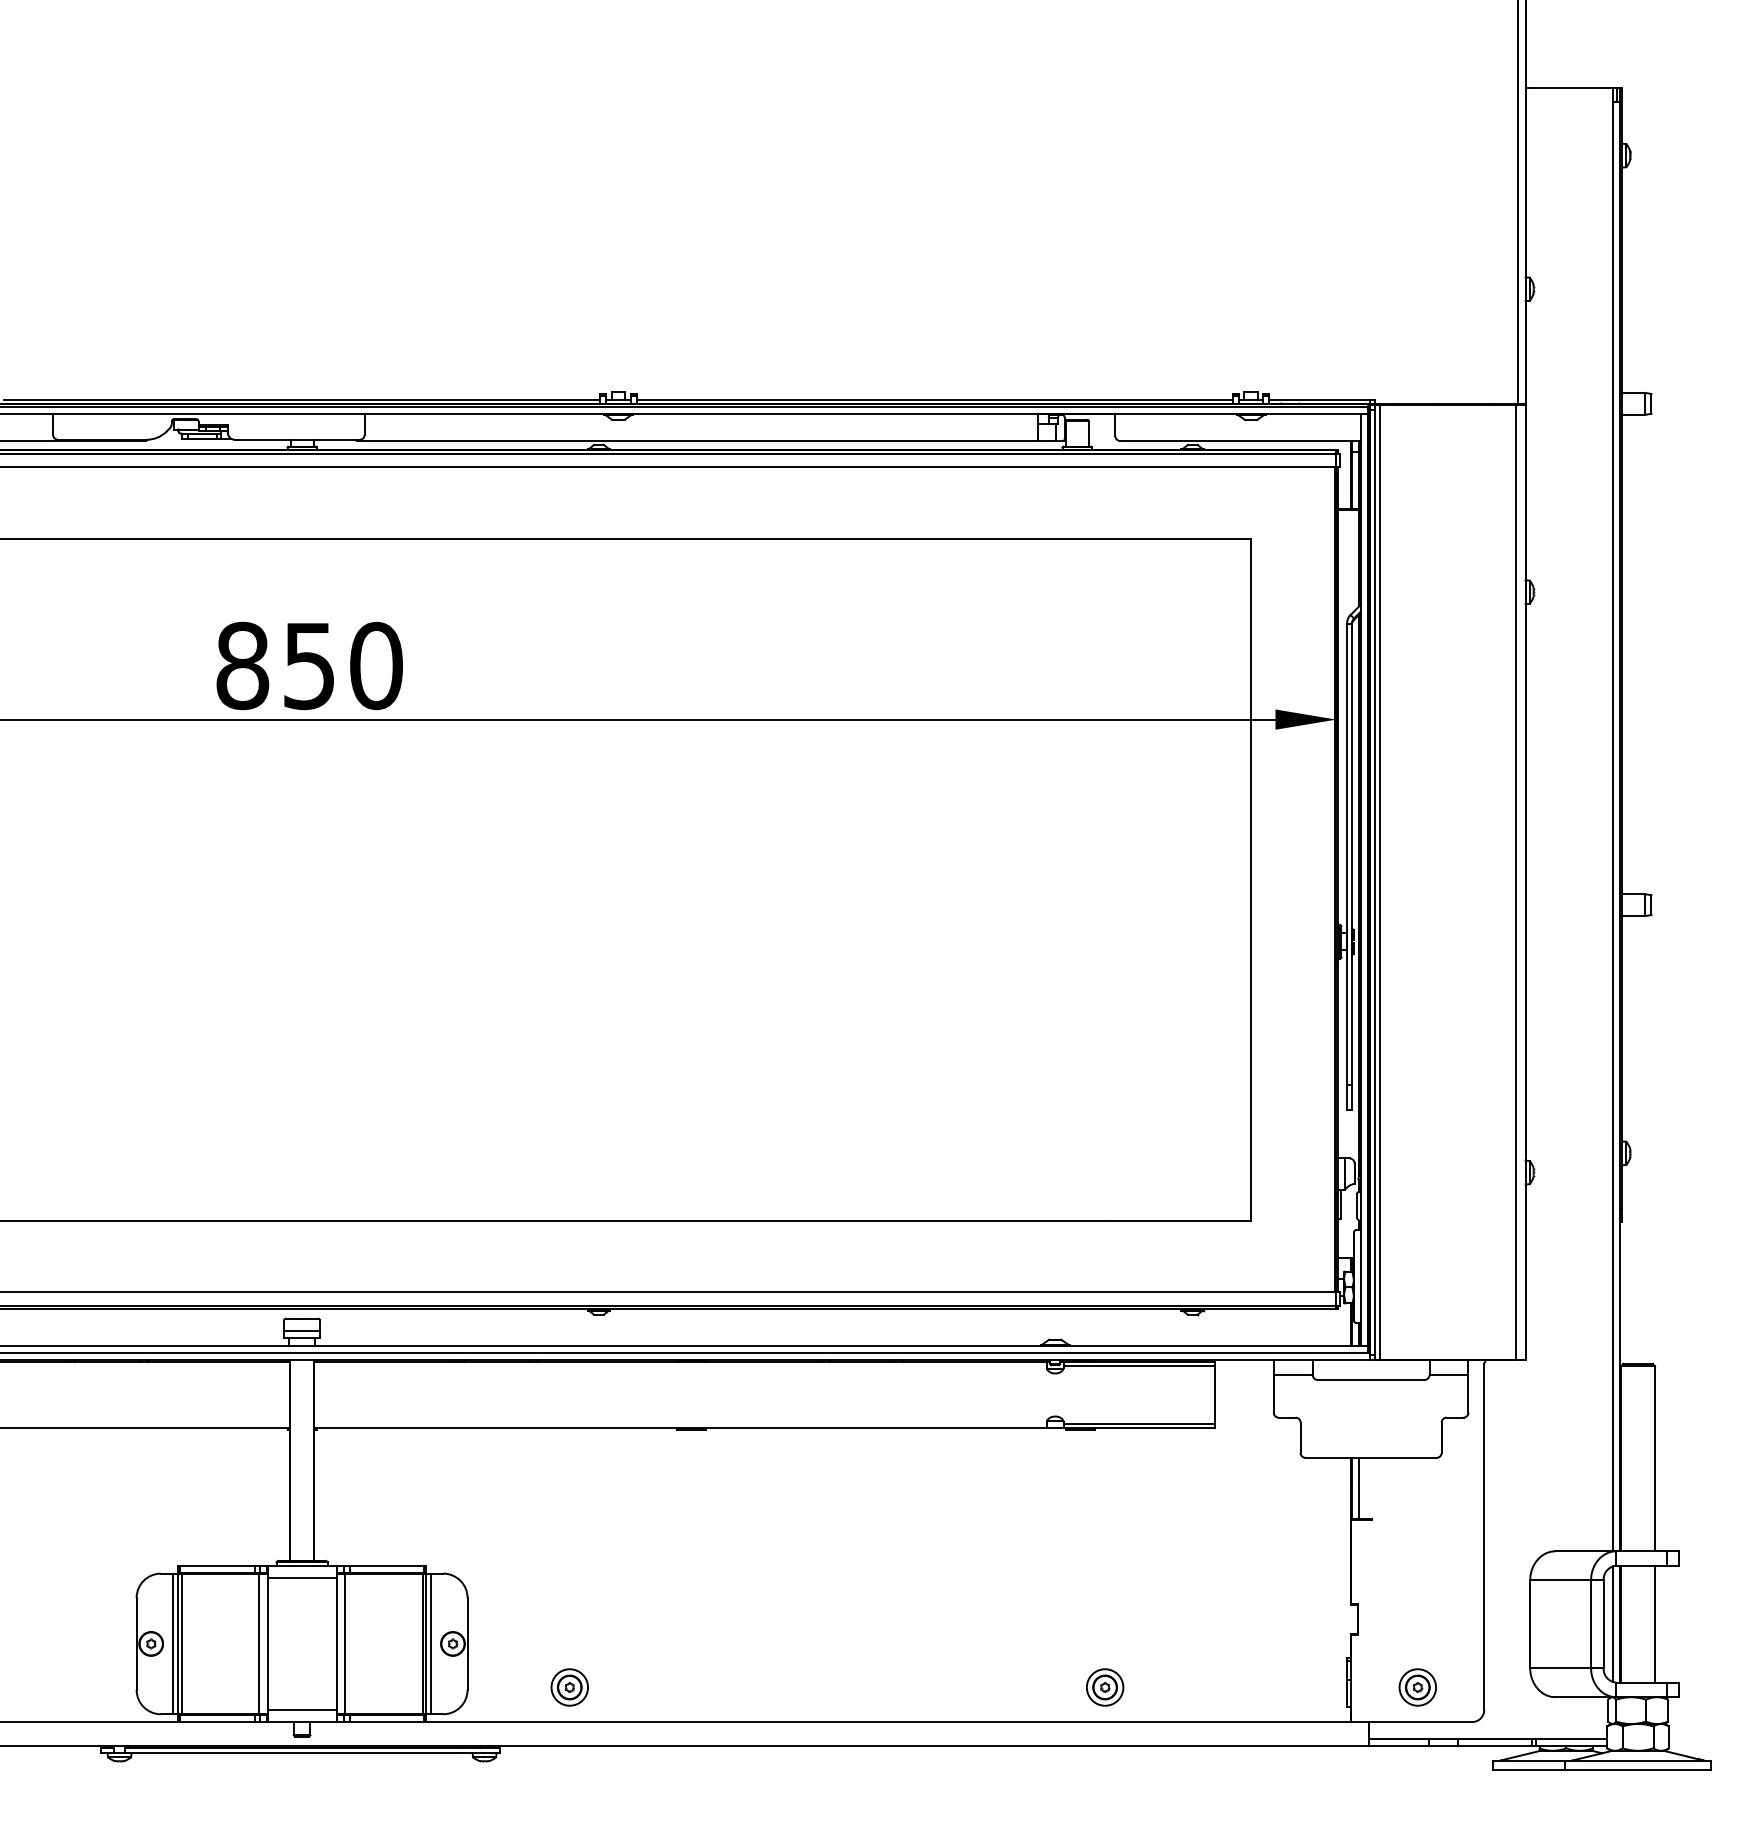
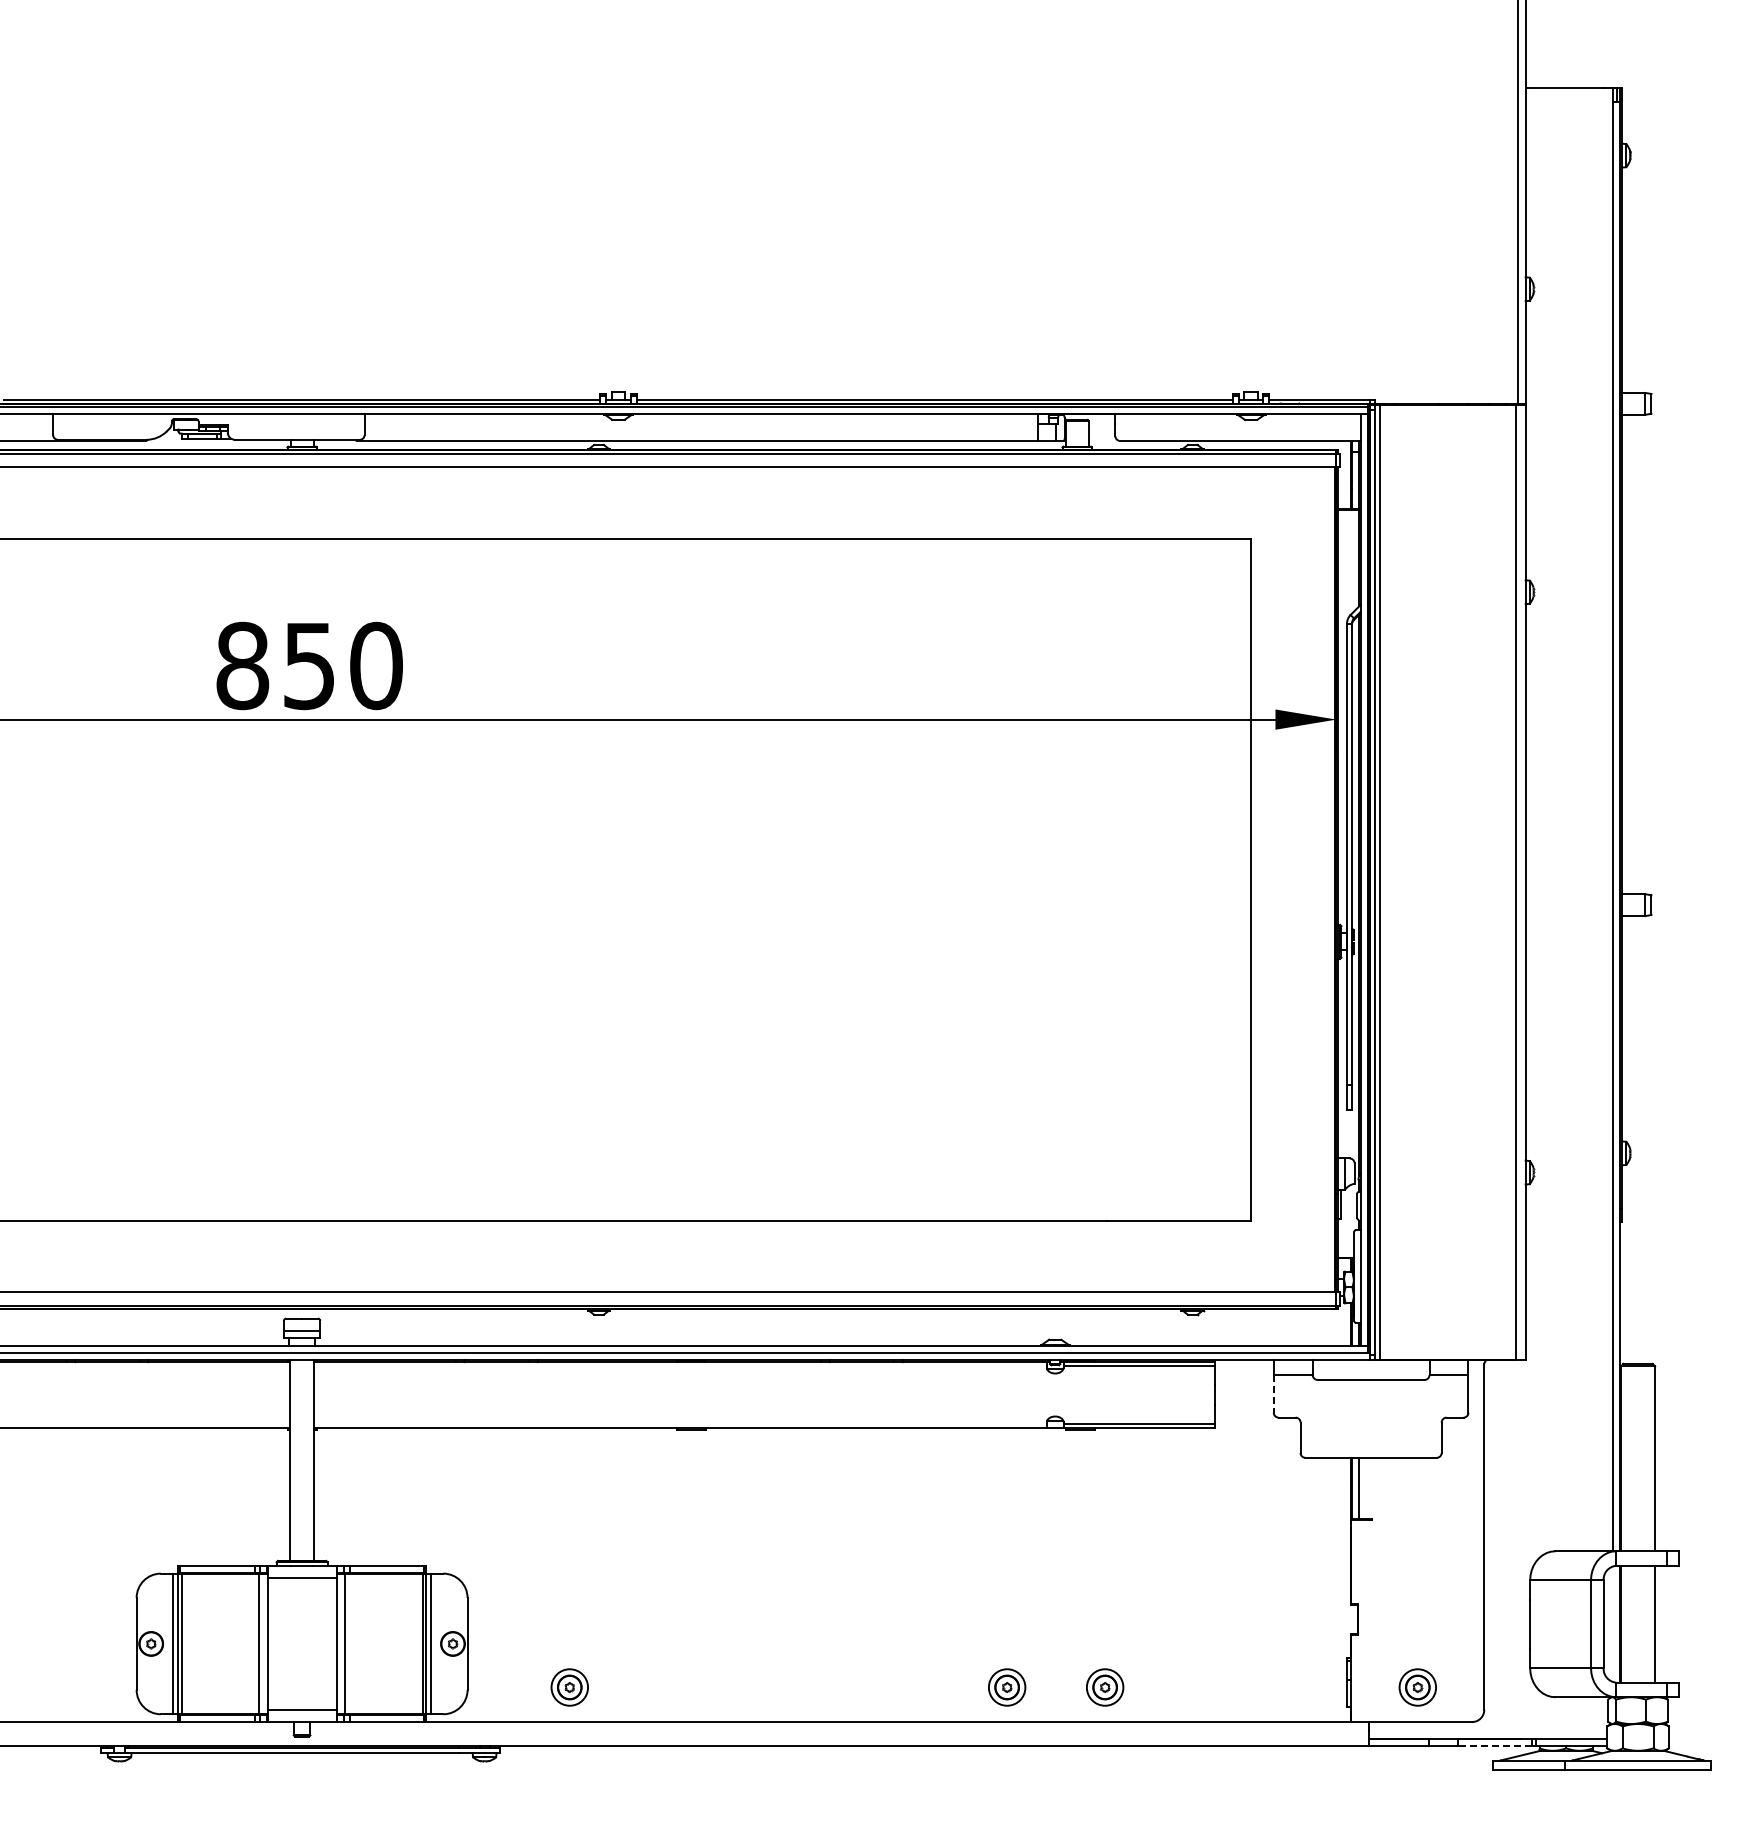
line at (1273, 1393): solid -> dashed
line at (1612, 1623): present -> none
part at (1007, 1687): none -> present
line at (1494, 1745): solid -> dashed
